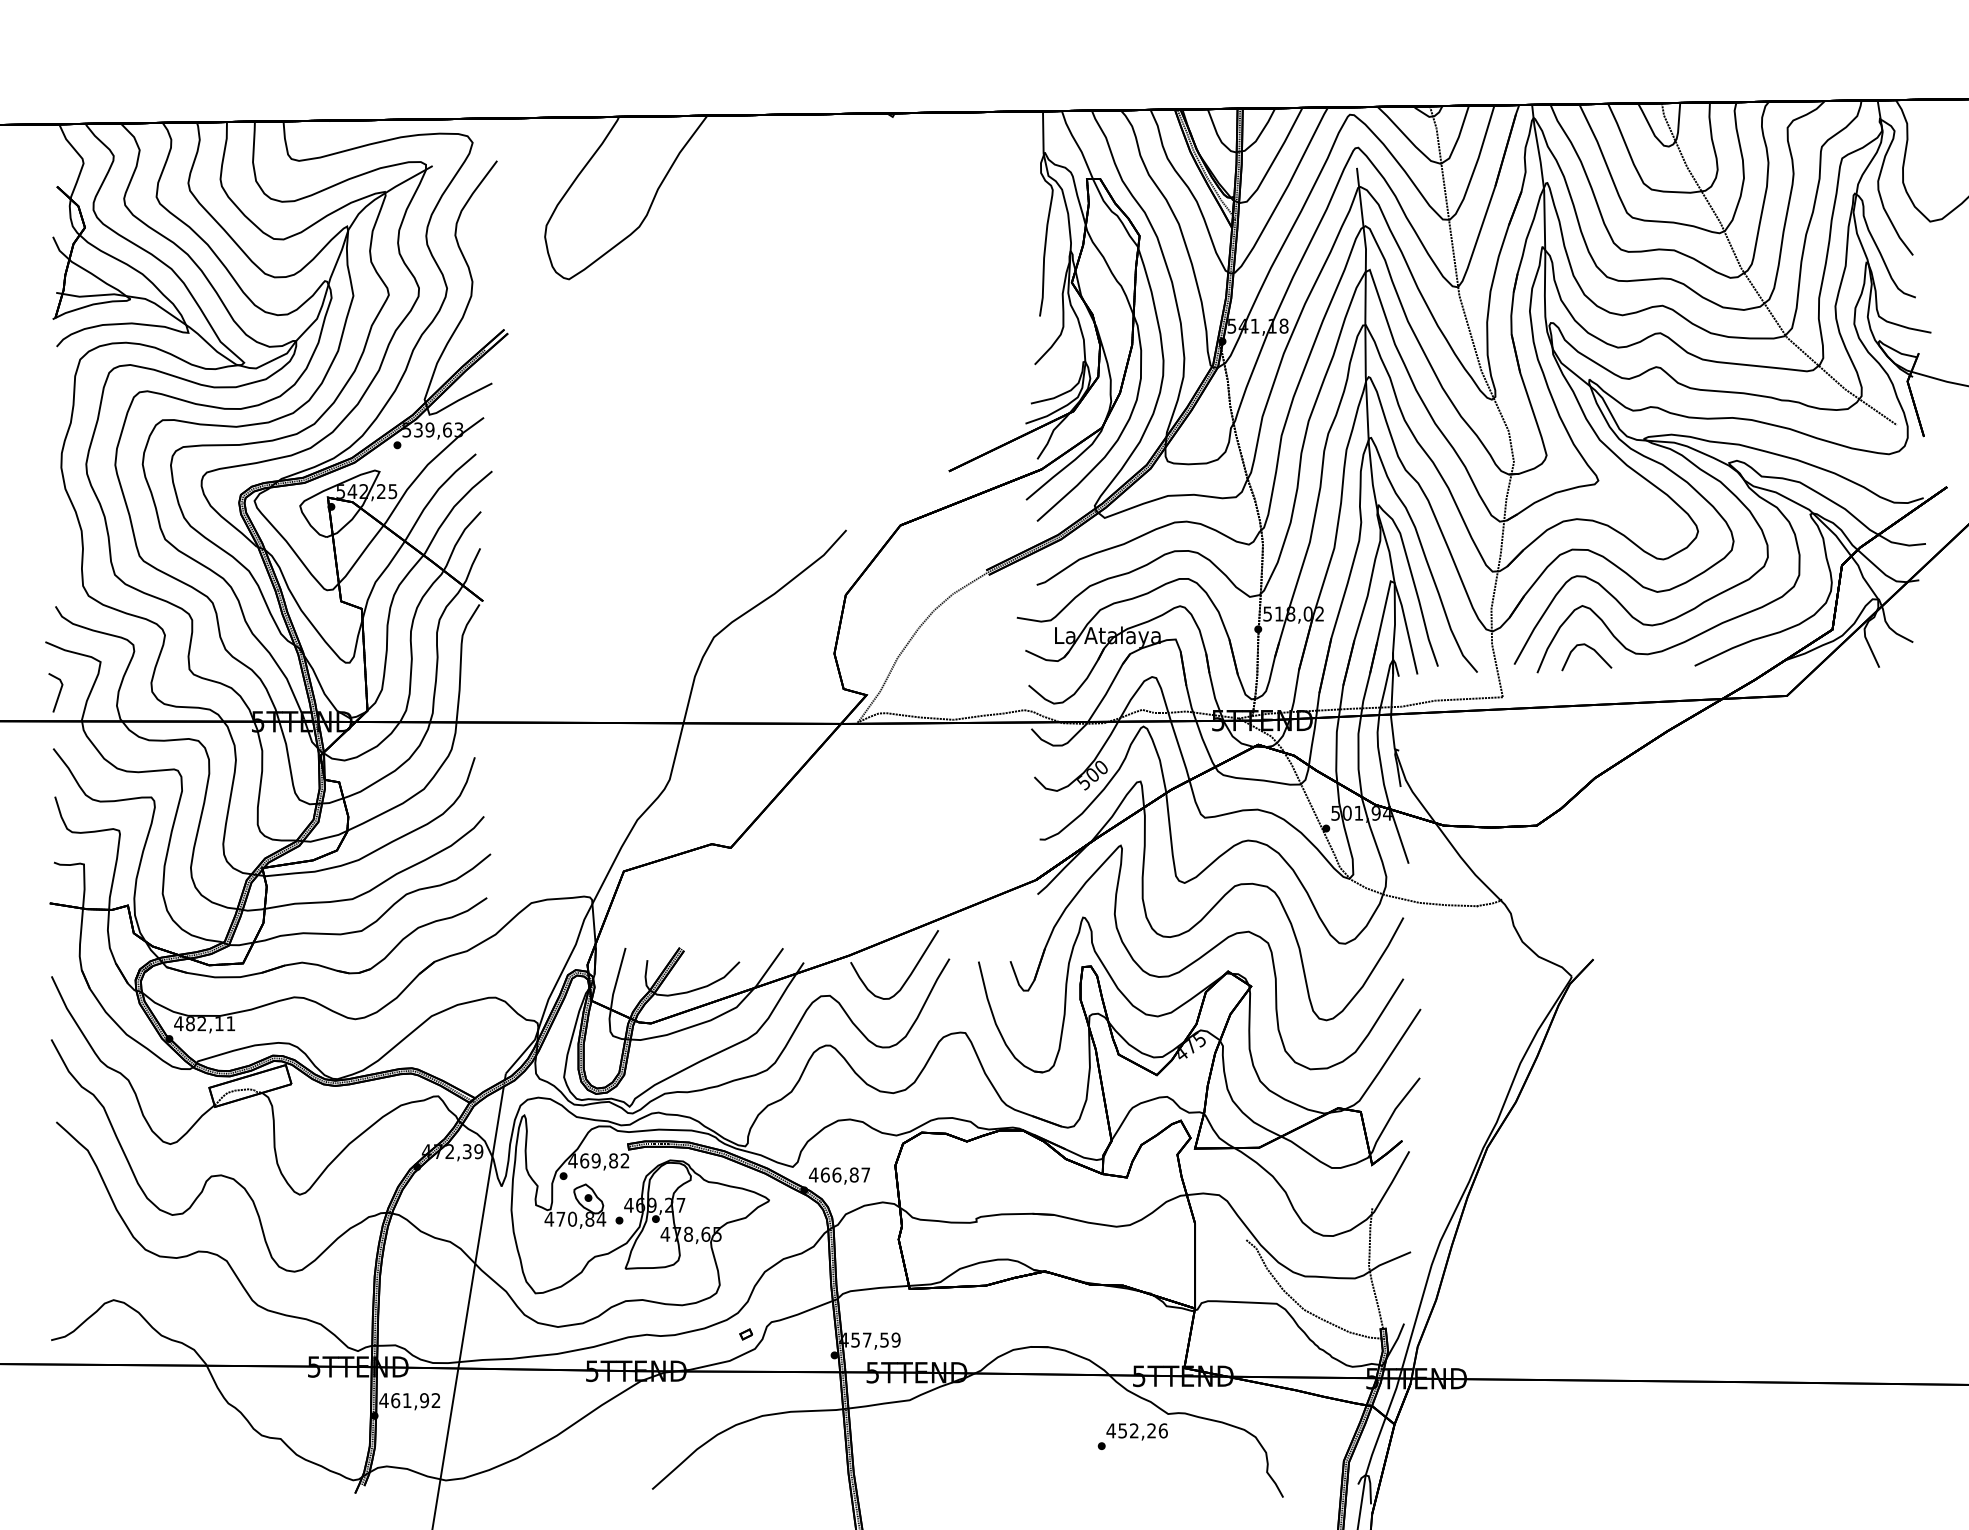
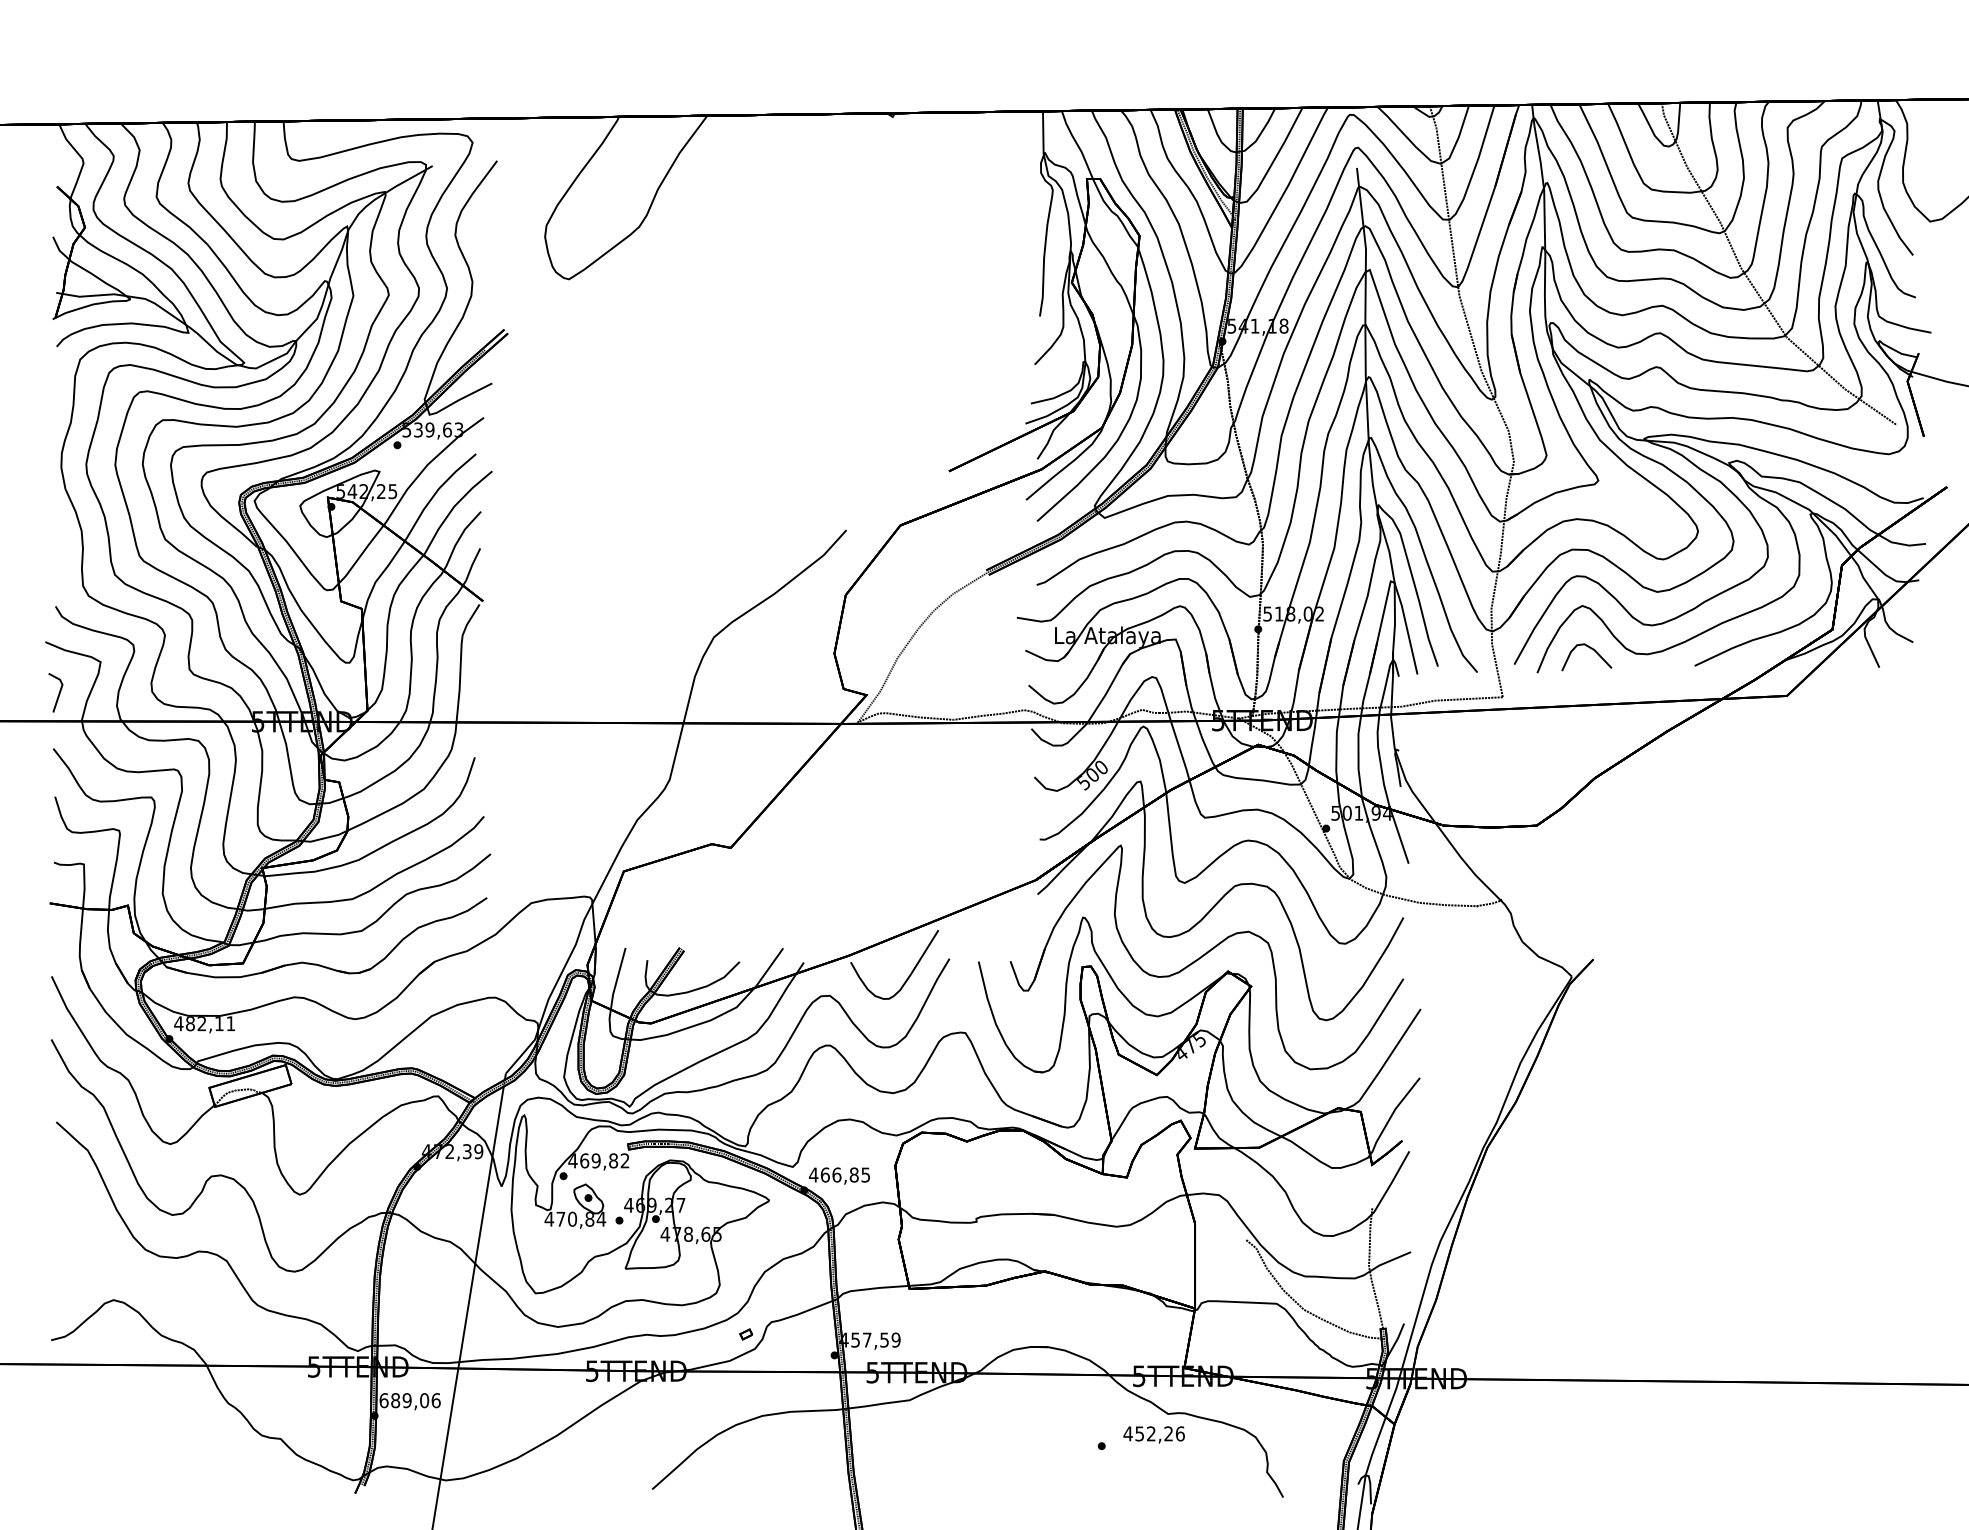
text at (865, 1174): 466,87 -> 466,85
text at (409, 1400): 461,92 -> 689,06
text at (1136, 1431) position: (1136, 1431) -> (1153, 1434)
